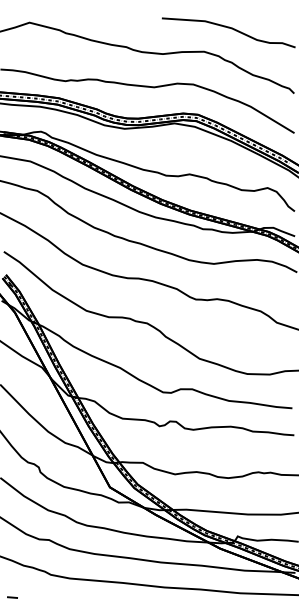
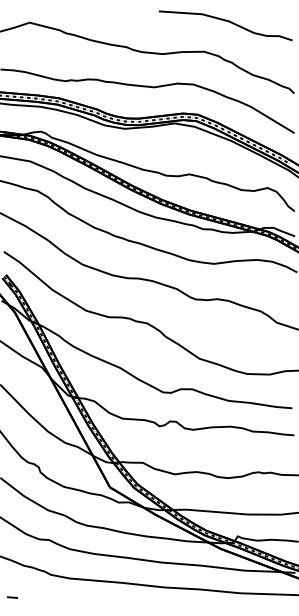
curve at (228, 28) position: (228, 28) -> (225, 21)
